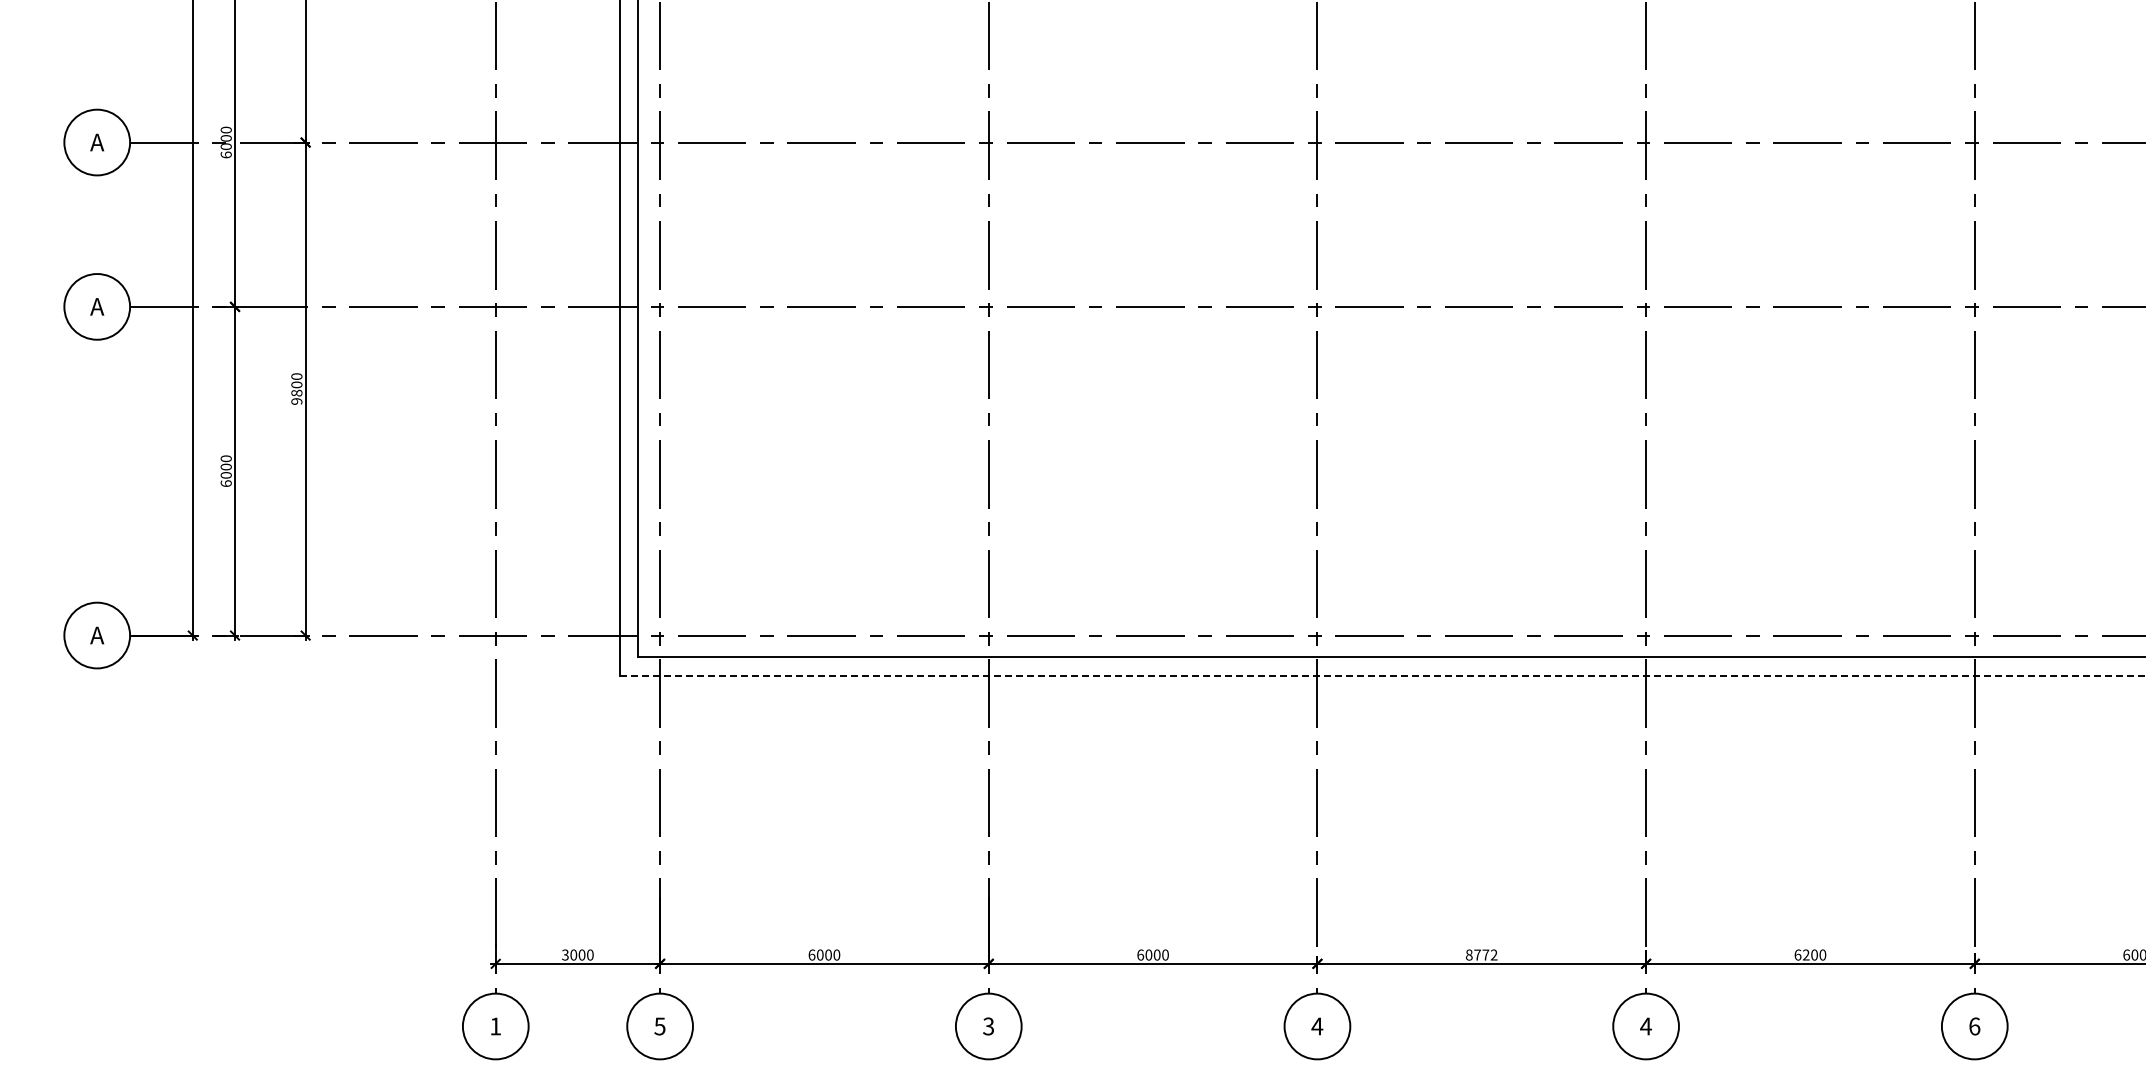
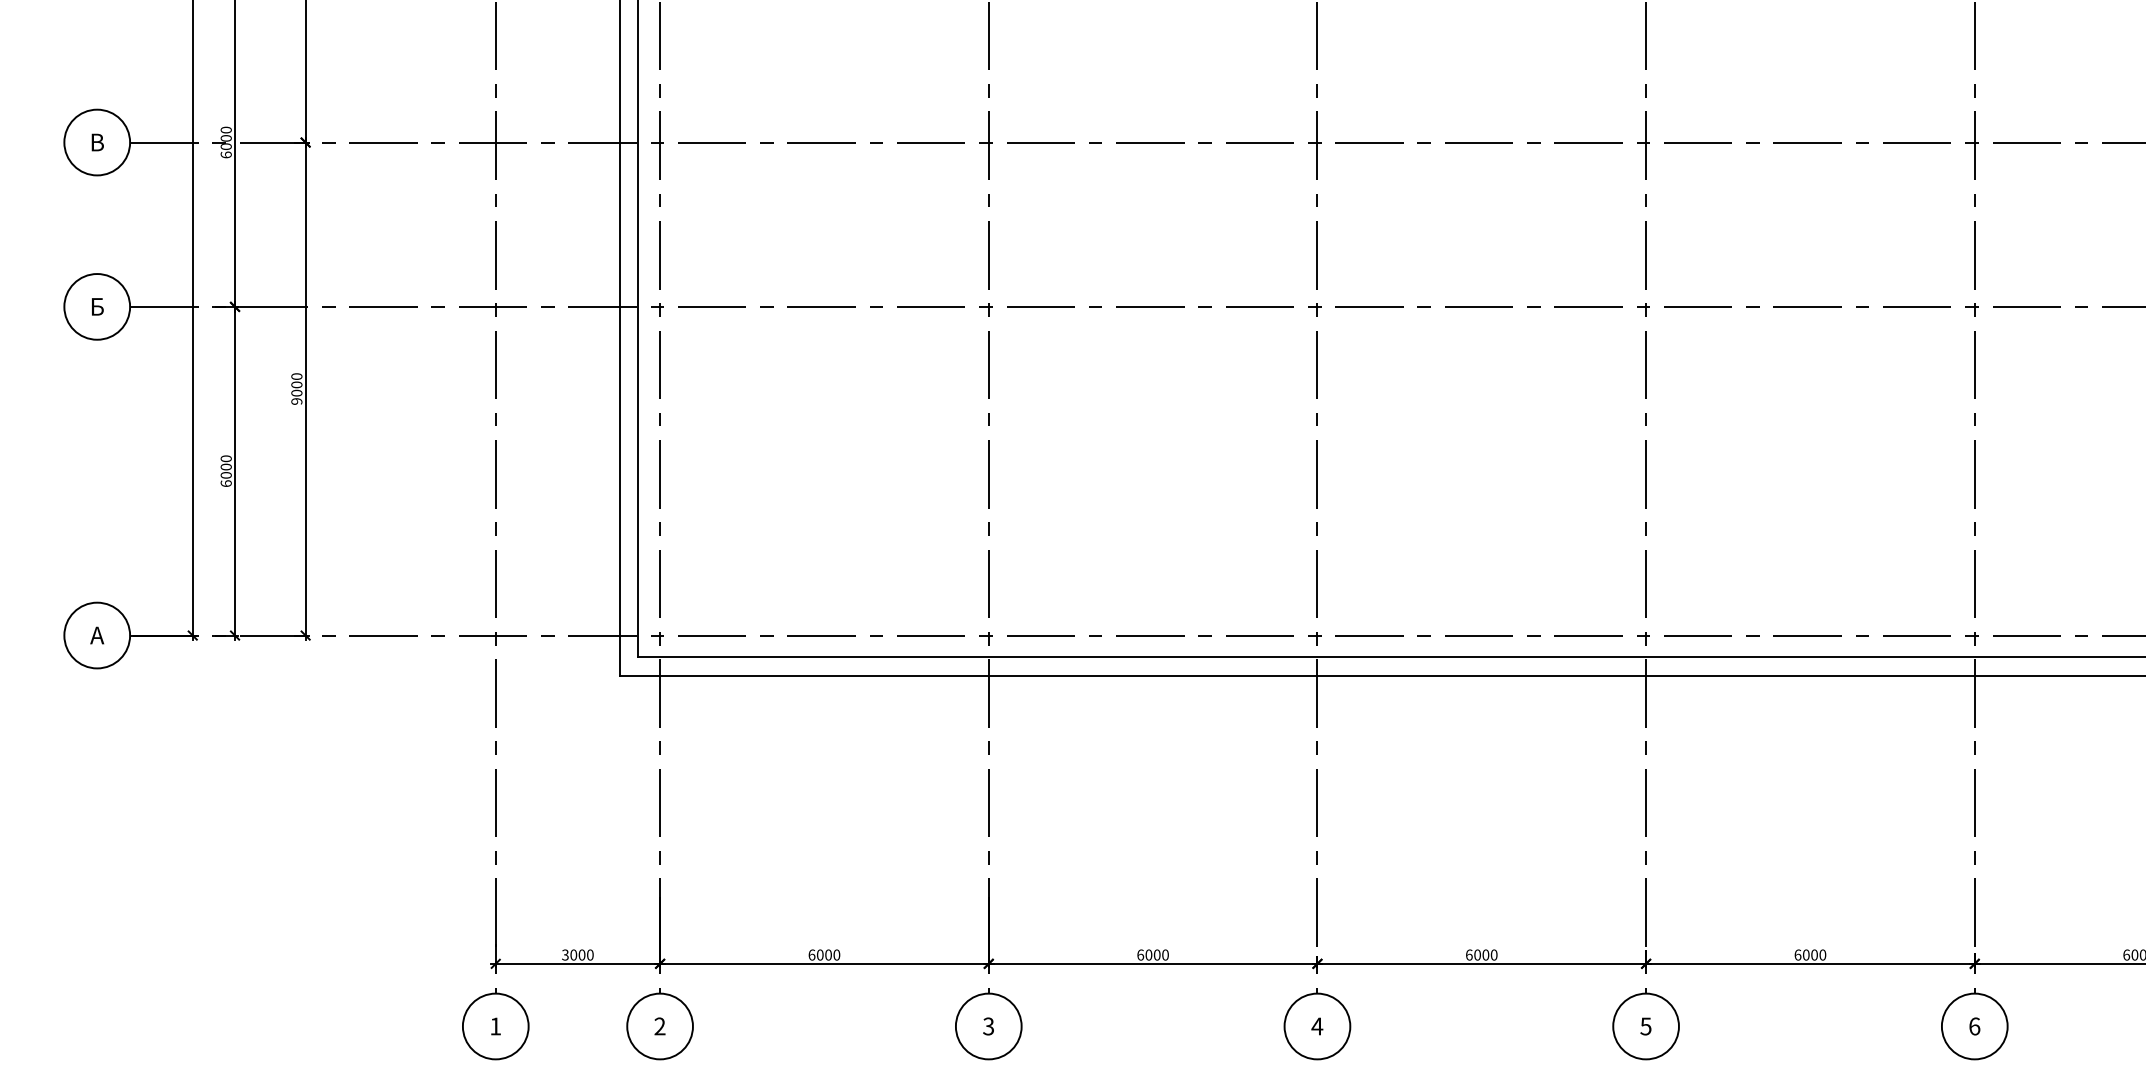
text at (97, 142): А -> В
text at (97, 306): А -> Б
text at (296, 392): 9800 -> 9000
line at (1382, 675): dashed -> solid
text at (1481, 954): 8772 -> 6000
text at (1805, 954): 6200 -> 6000
text at (659, 1026): 5 -> 2
text at (1645, 1026): 4 -> 5
